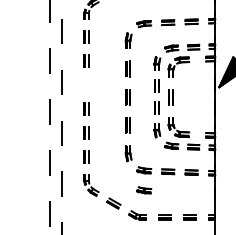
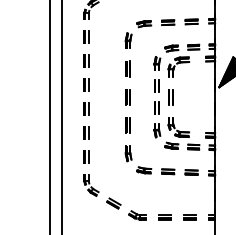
part at (86, 84): none -> present
line at (50, 117): dashed -> solid
line at (61, 117): dashed -> solid
part at (144, 190): present -> none
